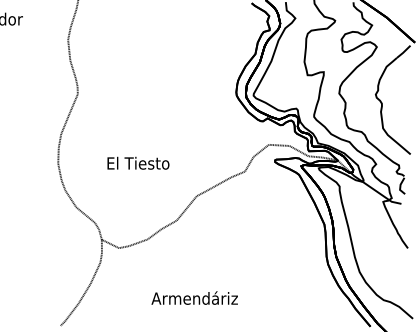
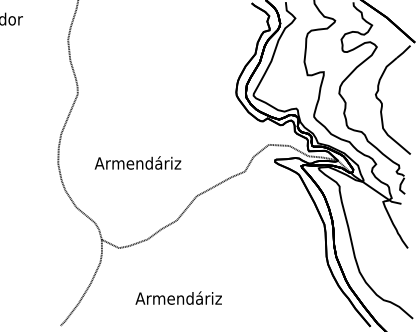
text at (137, 162): El Tiesto -> Armendáriz
text at (194, 297) position: (194, 297) -> (178, 297)
